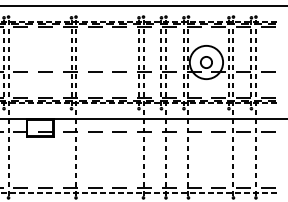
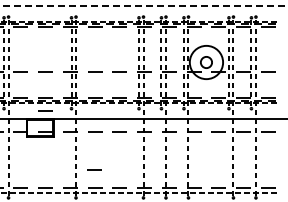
line at (143, 6): solid -> dashed
line at (45, 110): none -> present
line at (94, 169): none -> present
